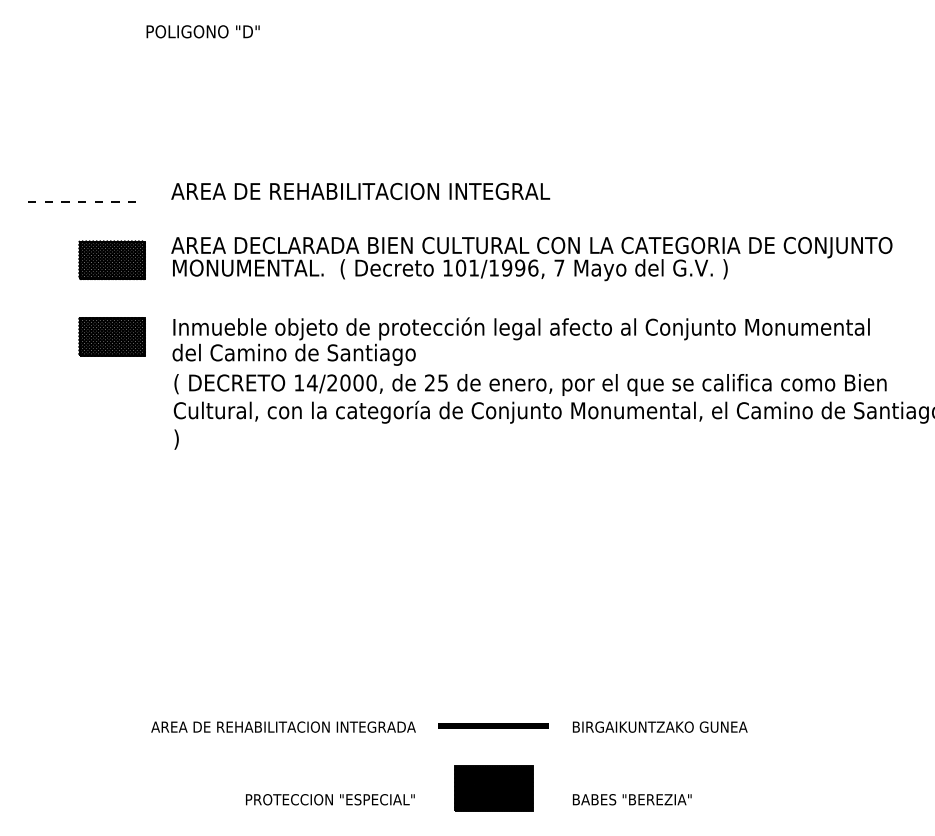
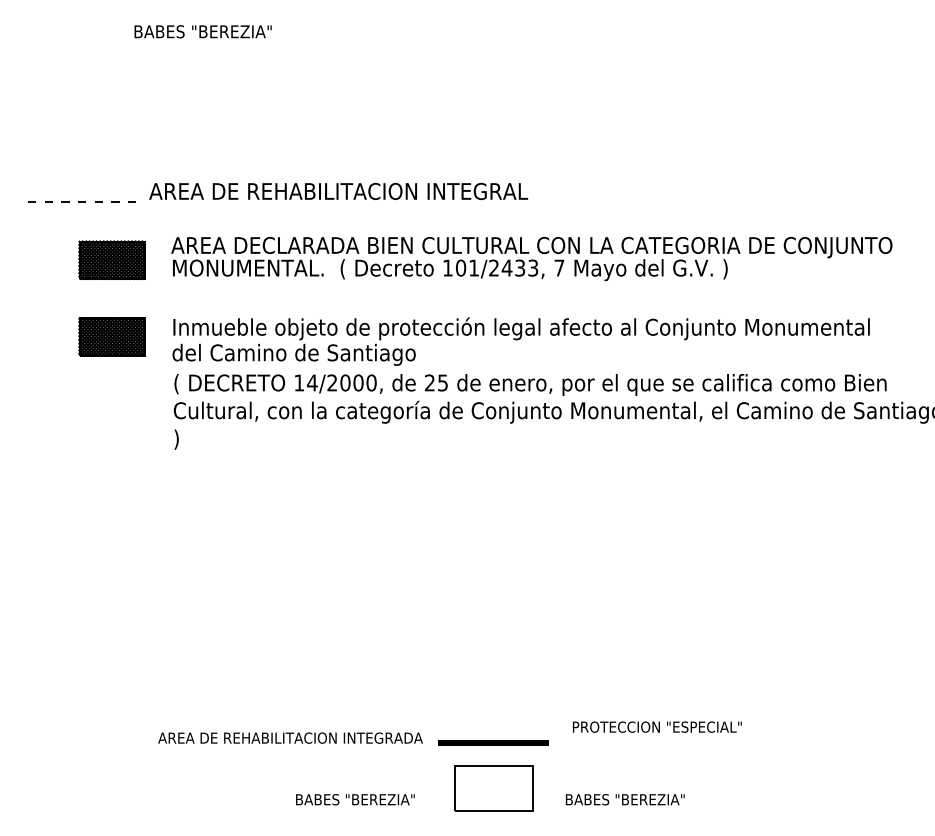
text at (202, 31): POLIGONO "D" -> BABES "BEREZIA"
text at (360, 190) position: (360, 190) -> (338, 190)
text at (513, 267): 101/1996, -> 101/2433,
line at (493, 725) position: (493, 725) -> (493, 742)
text at (283, 726) position: (283, 726) -> (290, 737)
text at (660, 726): BIRGAIKUNTZAKO GUNEA -> PROTECCION "ESPECIAL"
hatch at (493, 788): present -> none
text at (327, 799): PROTECCION "ESPECIAL" -> BABES "BEREZIA"
text at (632, 799) position: (632, 799) -> (625, 799)
